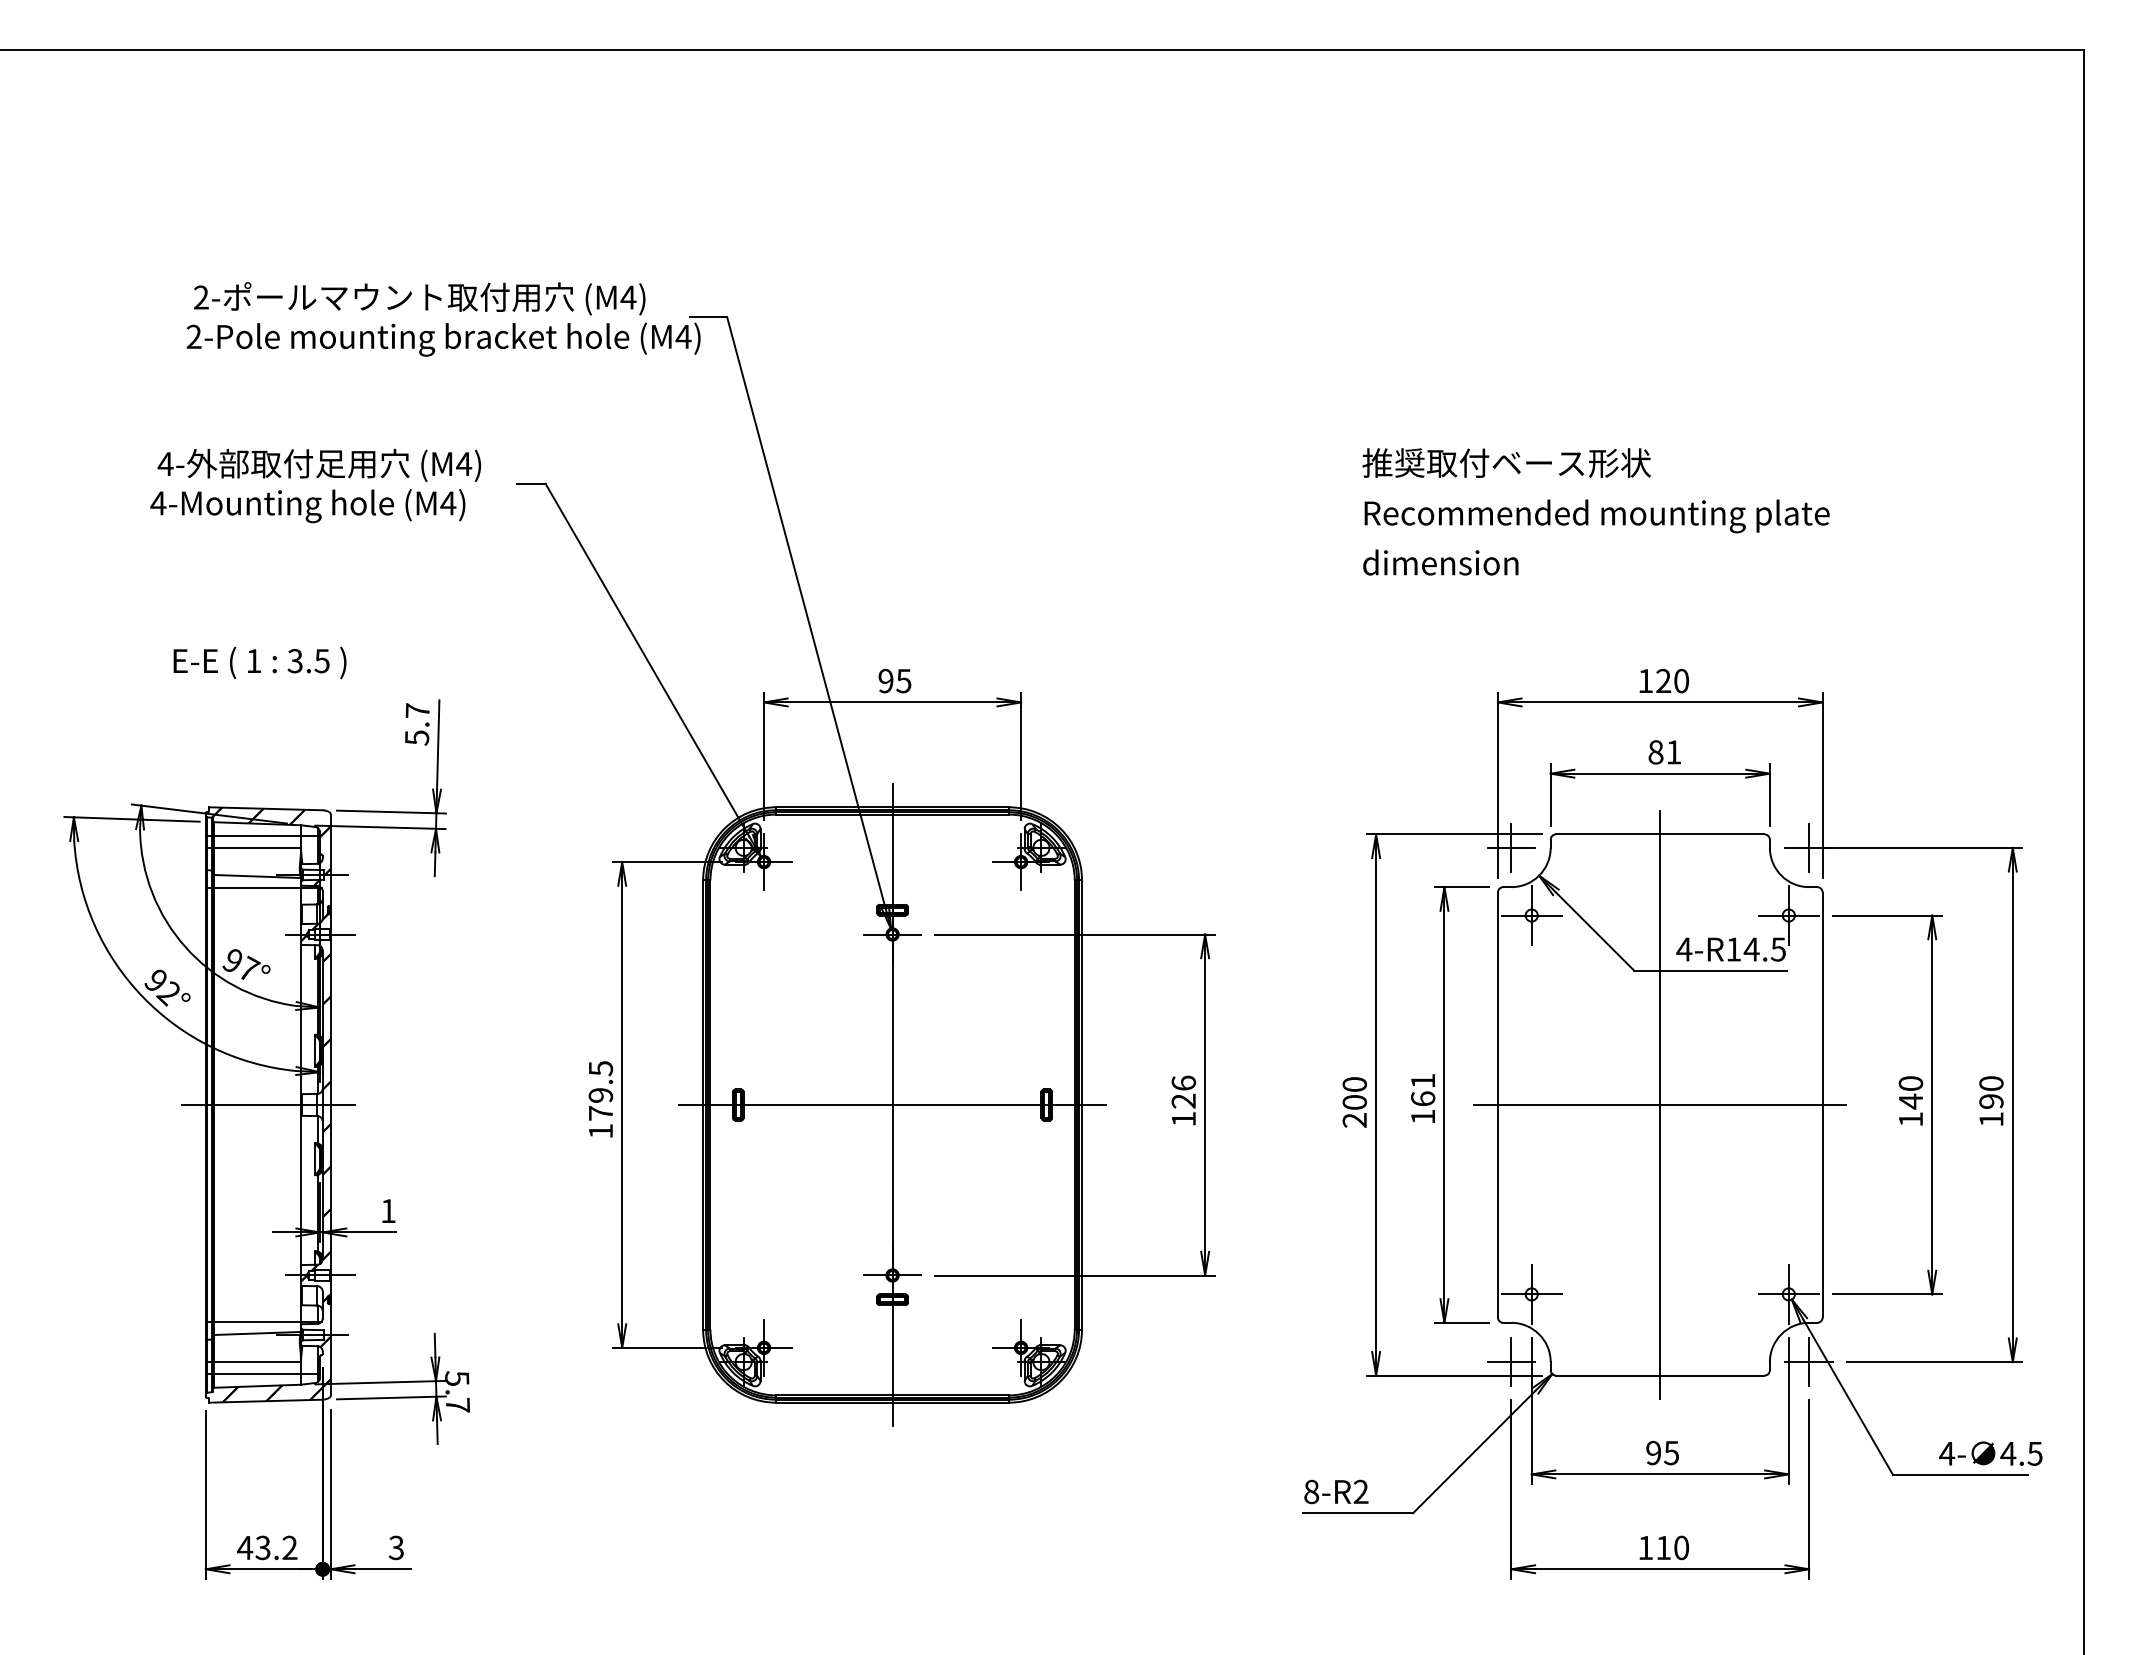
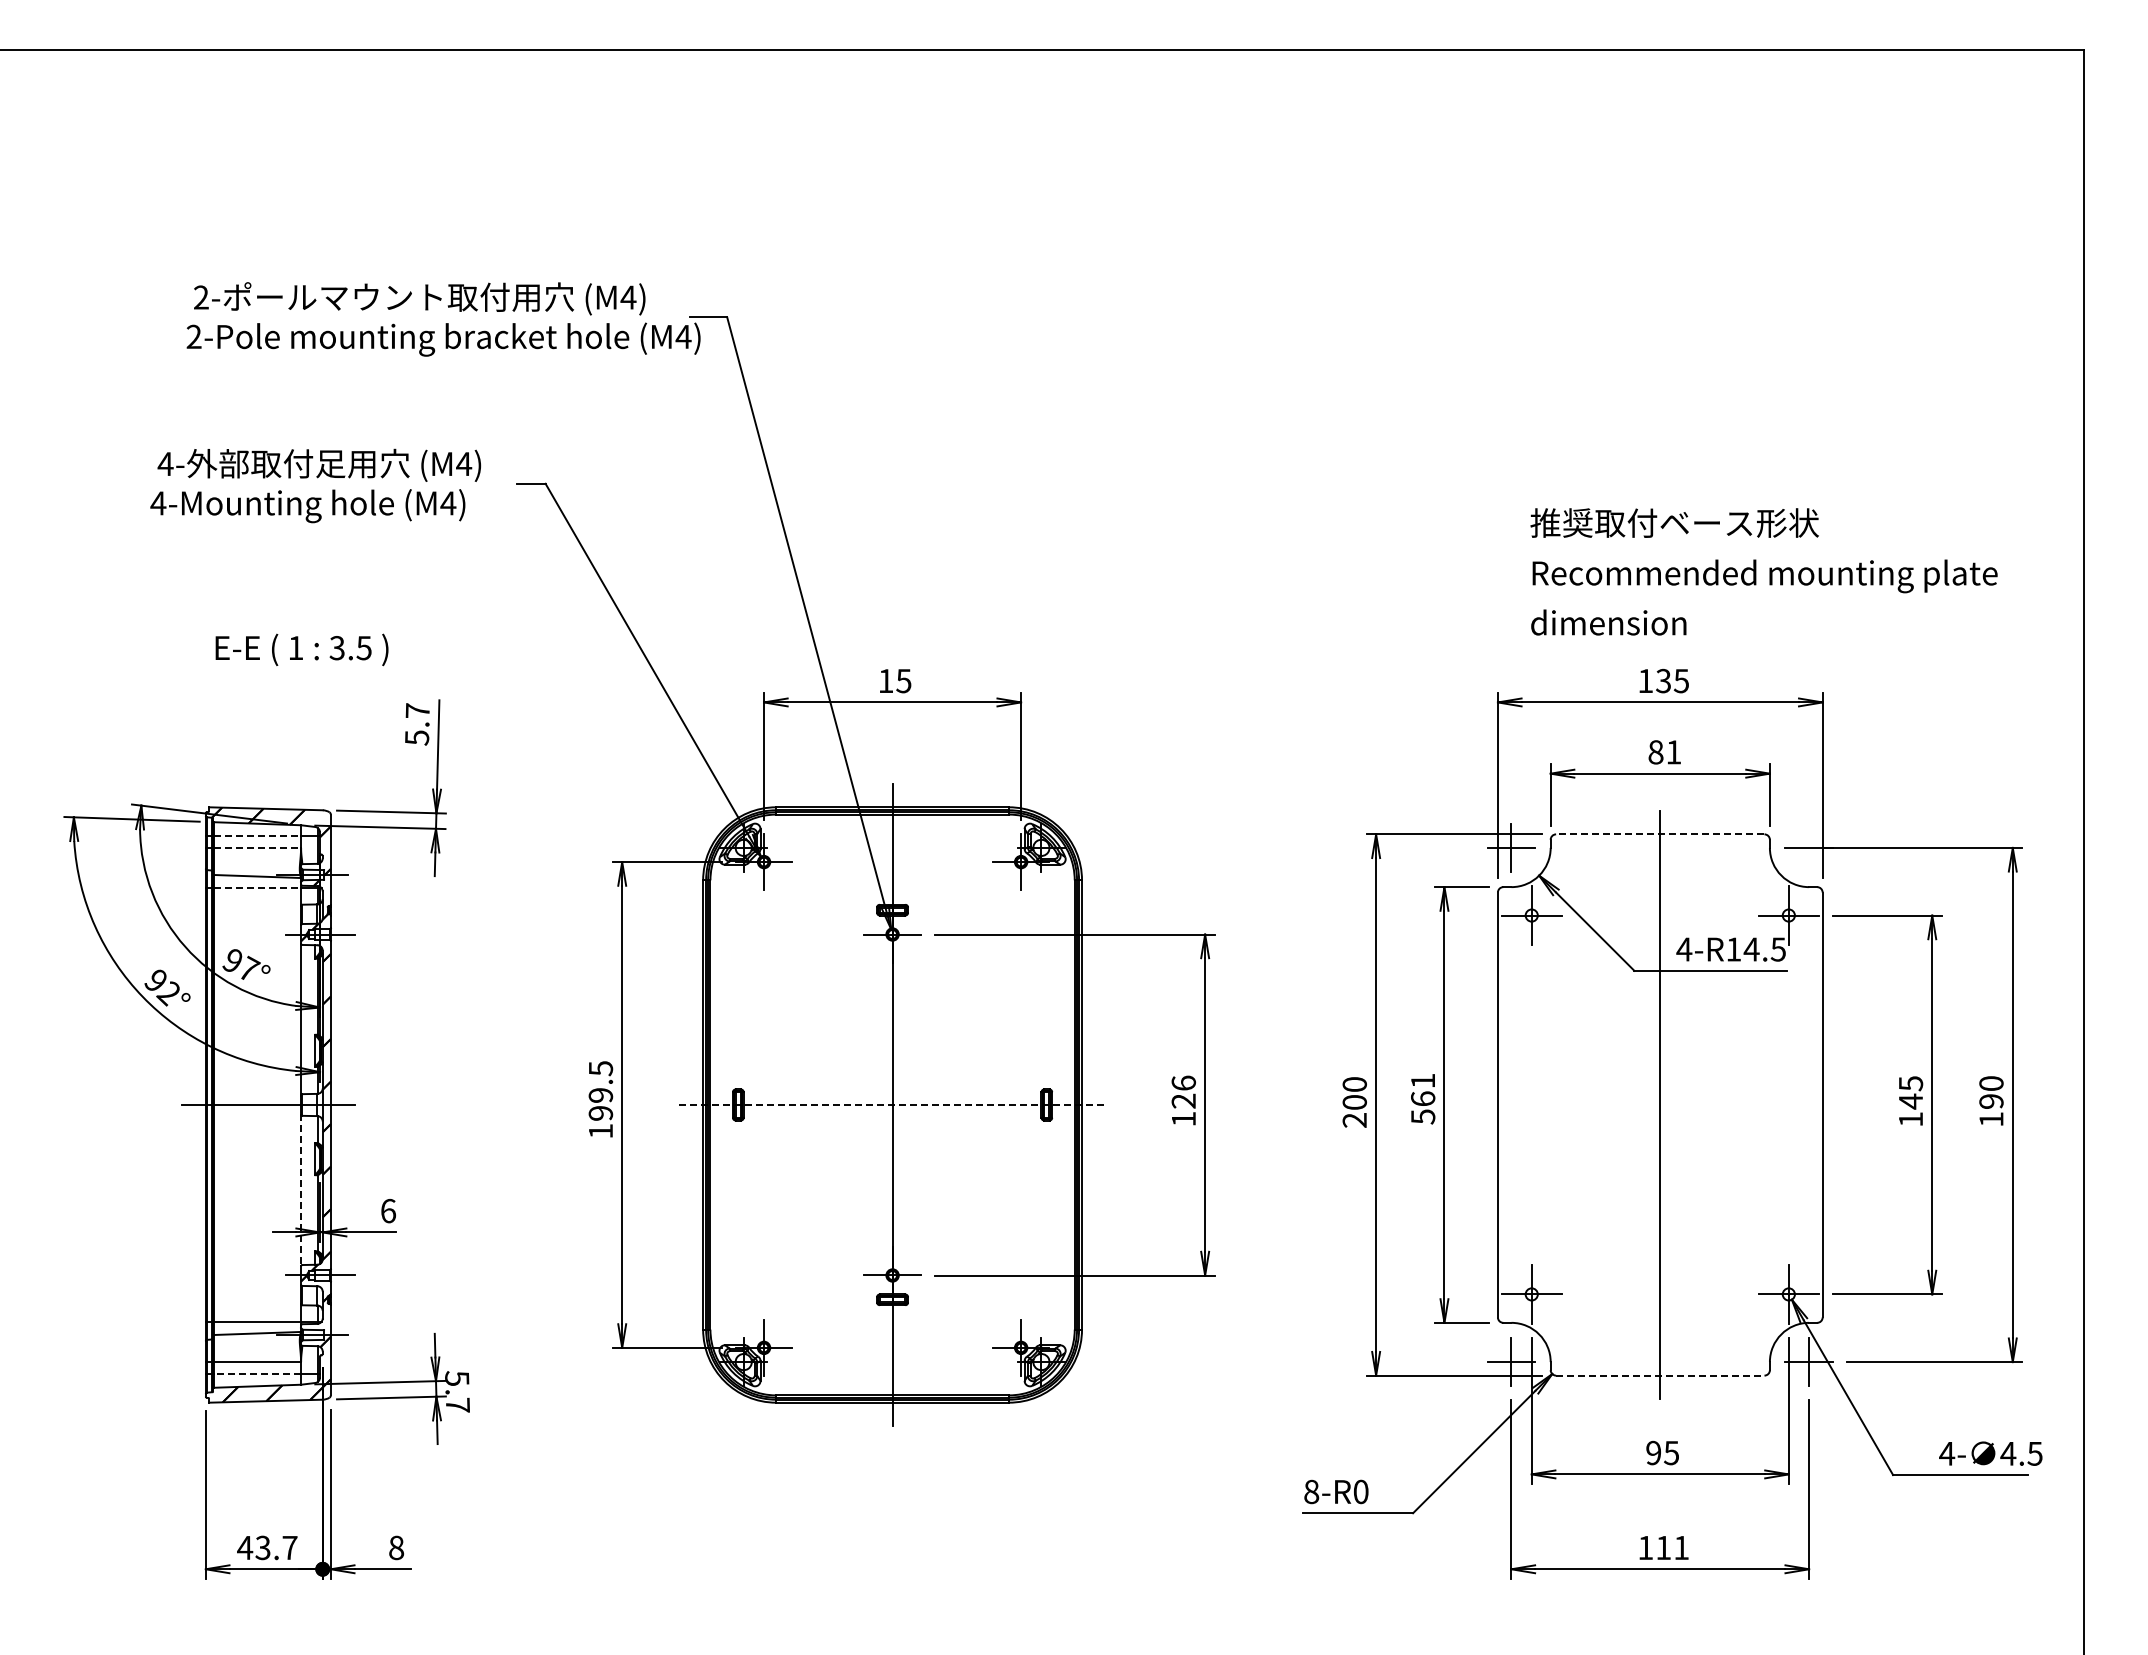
text at (1595, 511) position: (1595, 511) -> (1763, 571)
text at (259, 662) position: (259, 662) -> (301, 649)
text at (885, 680): 95 -> 15
text at (1672, 680): 120 -> 135
line at (1659, 834): solid -> dashed
line at (257, 835): solid -> dashed
line at (257, 847): solid -> dashed
line at (1809, 847): present -> none
line at (257, 888): solid -> dashed
text at (1910, 1083): 140 -> 145
line at (893, 1105): solid -> dashed
line at (1660, 1105): present -> none
text at (600, 1113): 179.5 -> 199.5
text at (1423, 1116): 161 -> 561
line at (301, 1190): solid -> dashed
text at (388, 1210): 1 -> 6
line at (257, 1374): solid -> dashed
line at (1660, 1375): solid -> dashed
text at (1360, 1491): 8-R2 -> 8-R0
text at (289, 1547): 43.2 -> 43.7
text at (396, 1547): 3 -> 8
text at (1681, 1547): 110 -> 111
